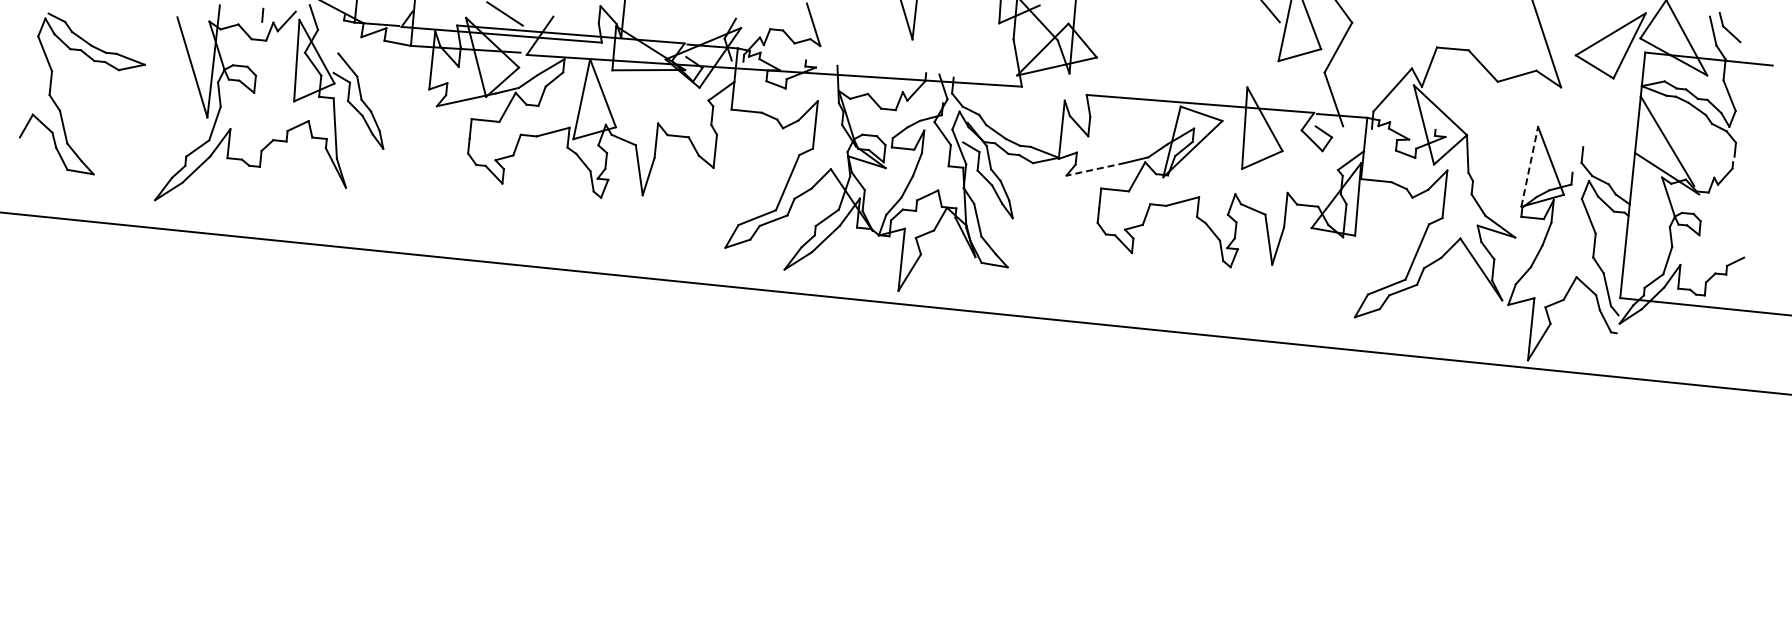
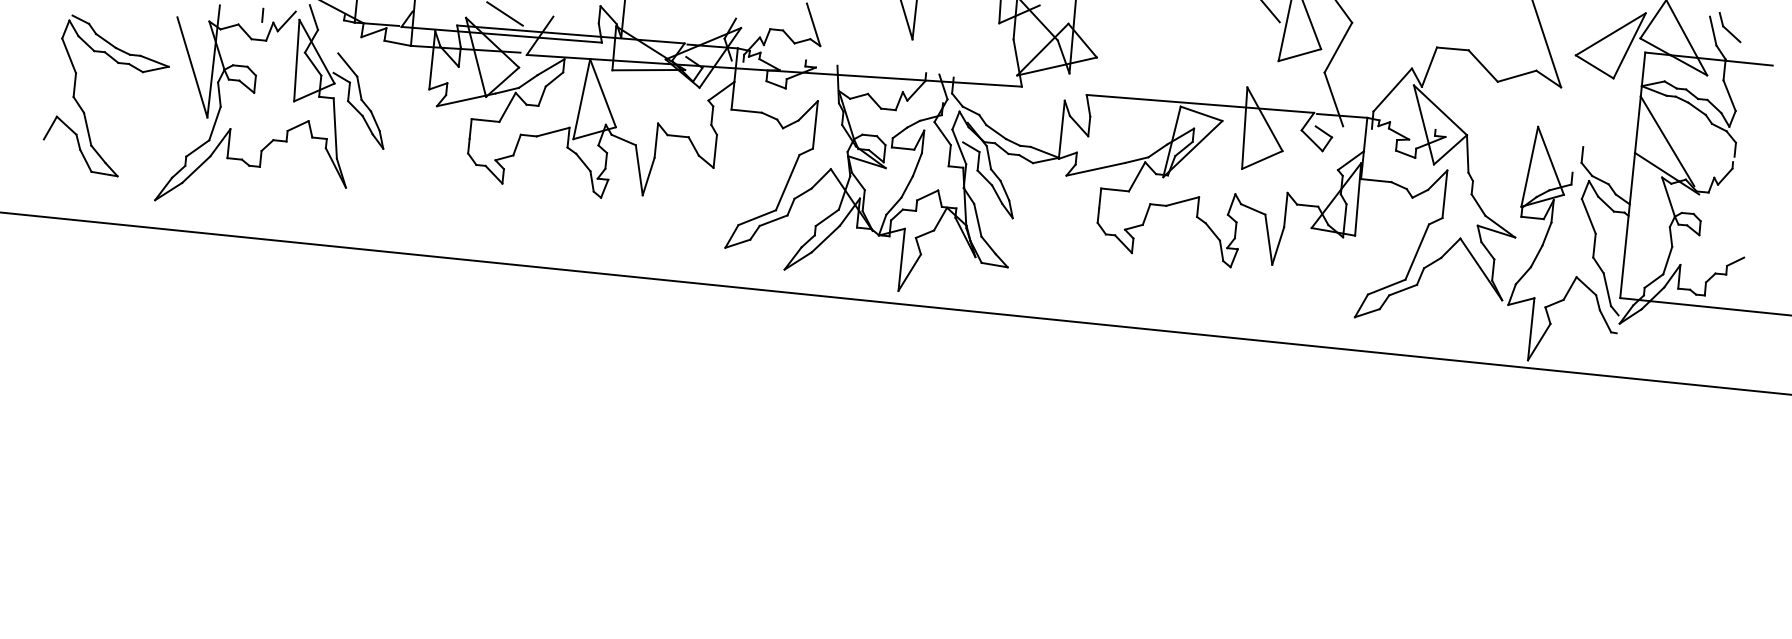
part at (60, 109) position: (60, 109) -> (84, 111)
line at (1529, 166): dashed -> solid
line at (1095, 169): dashed -> solid
